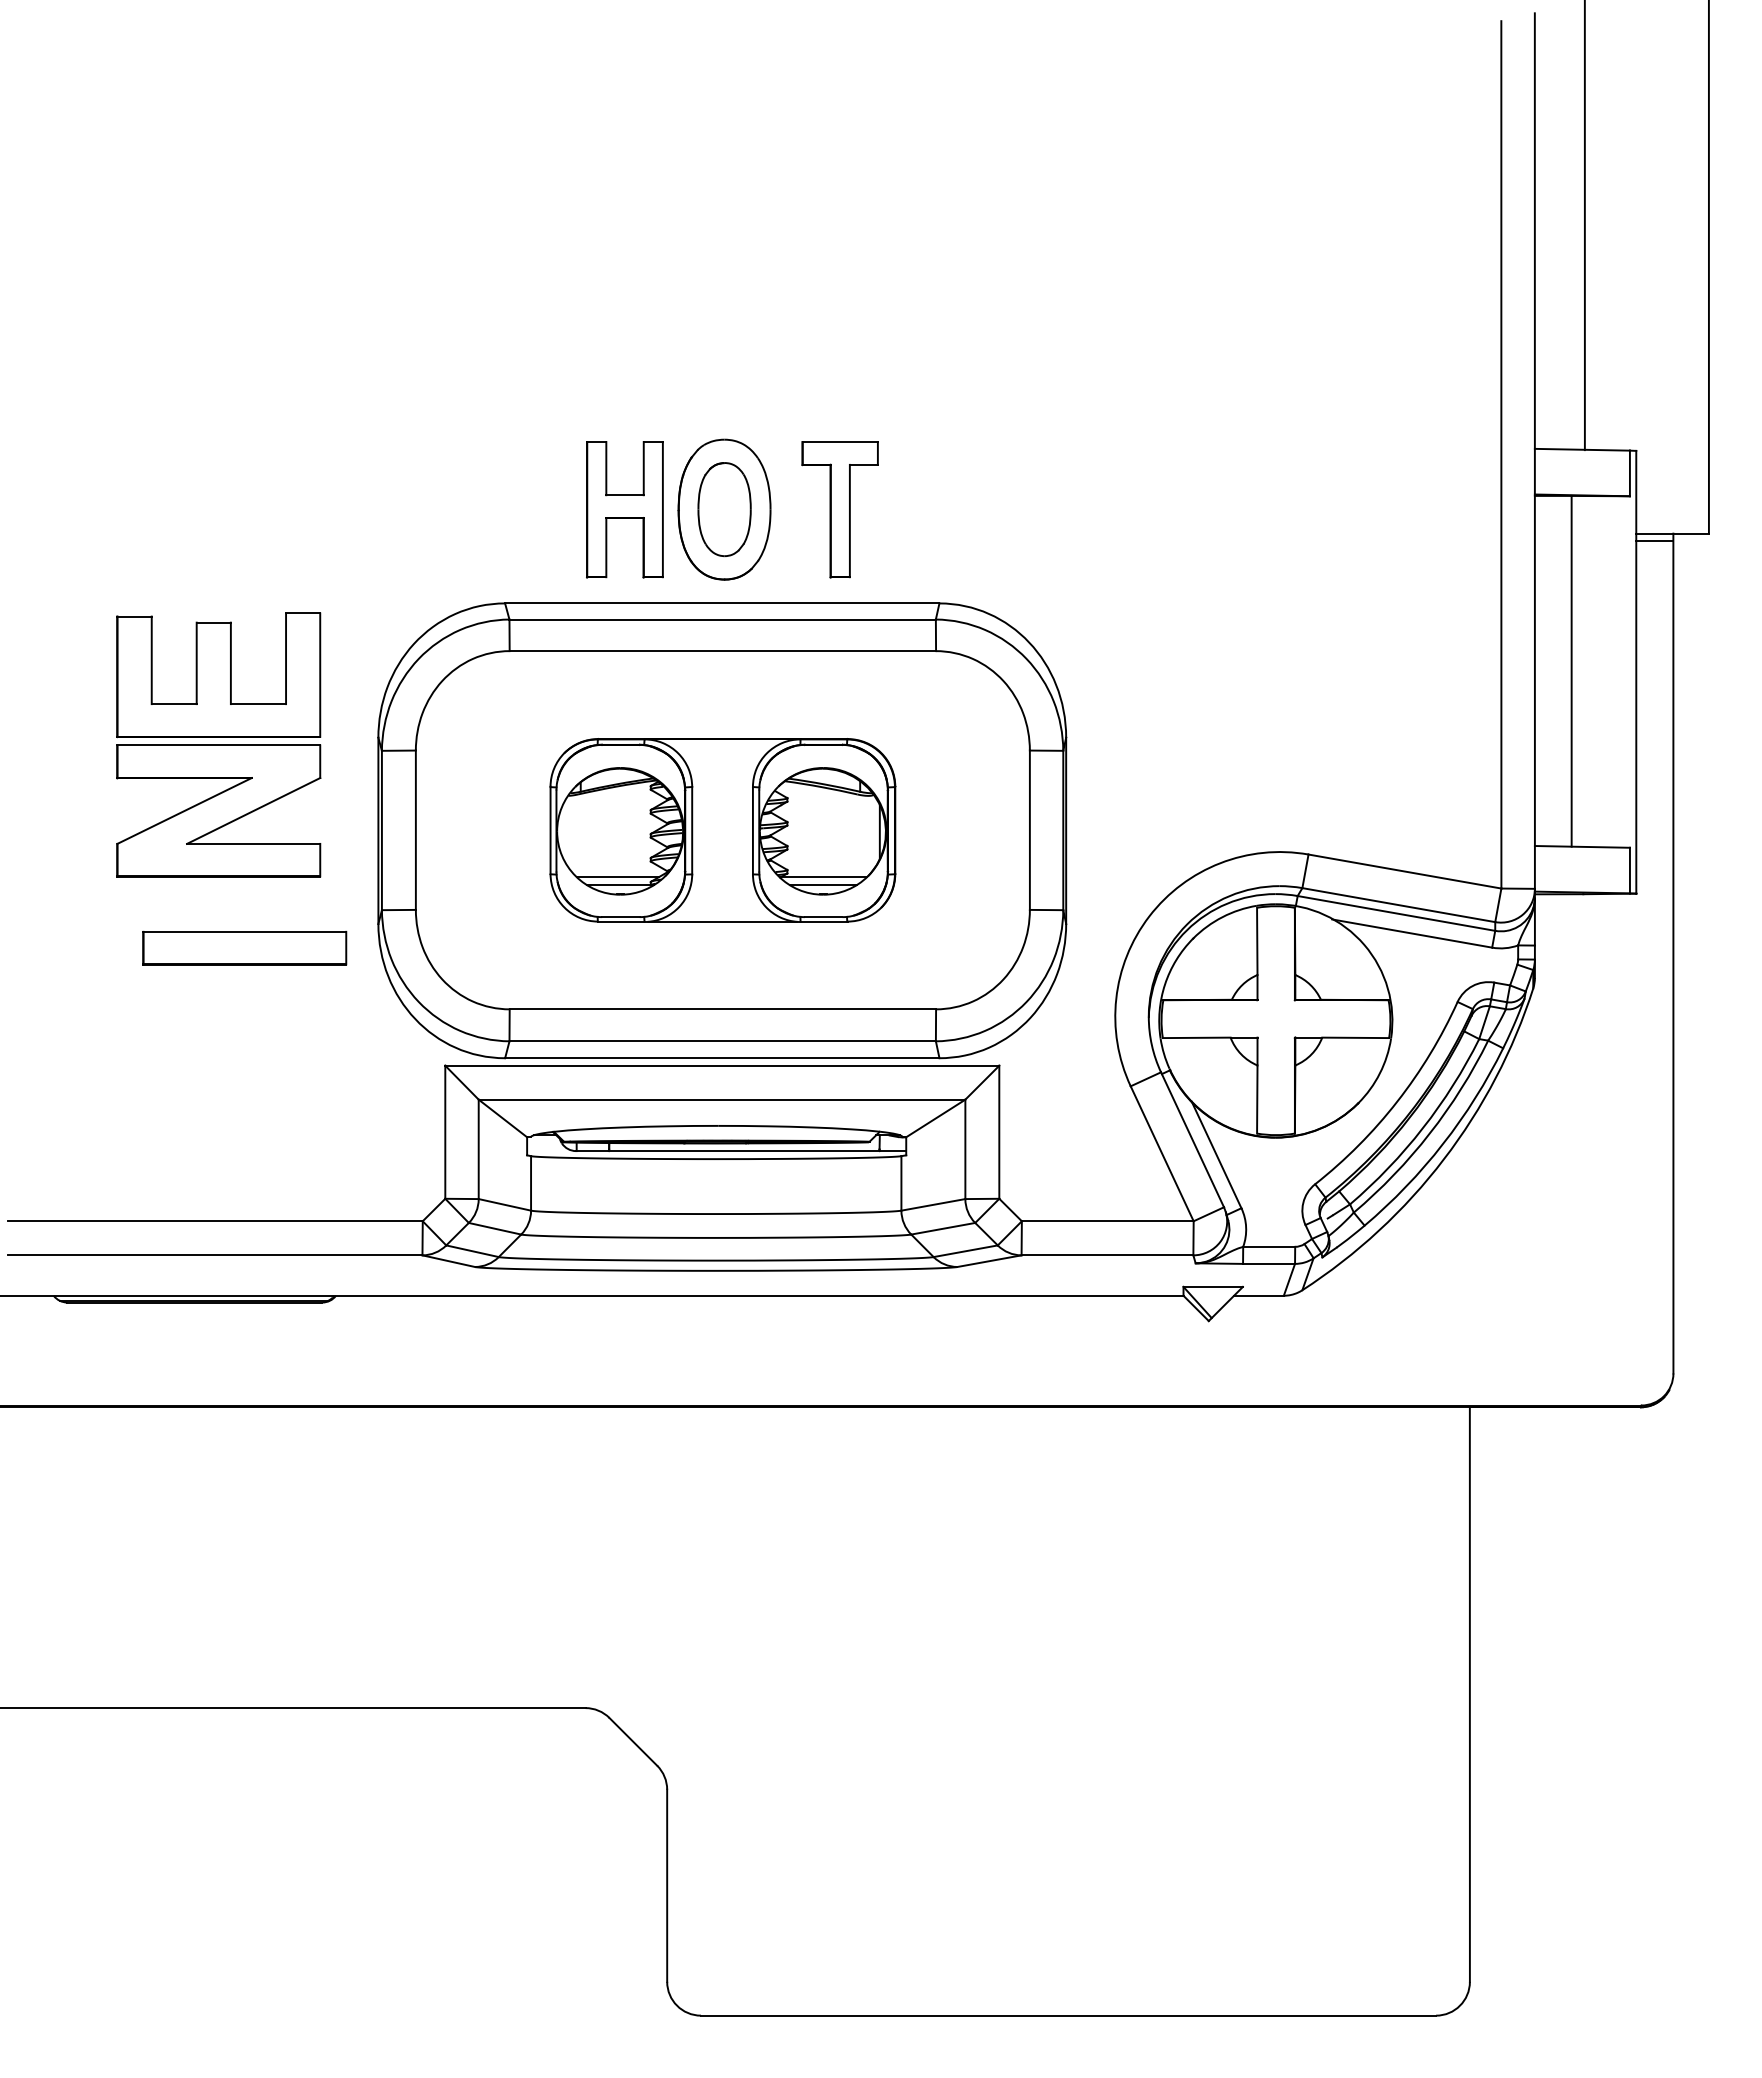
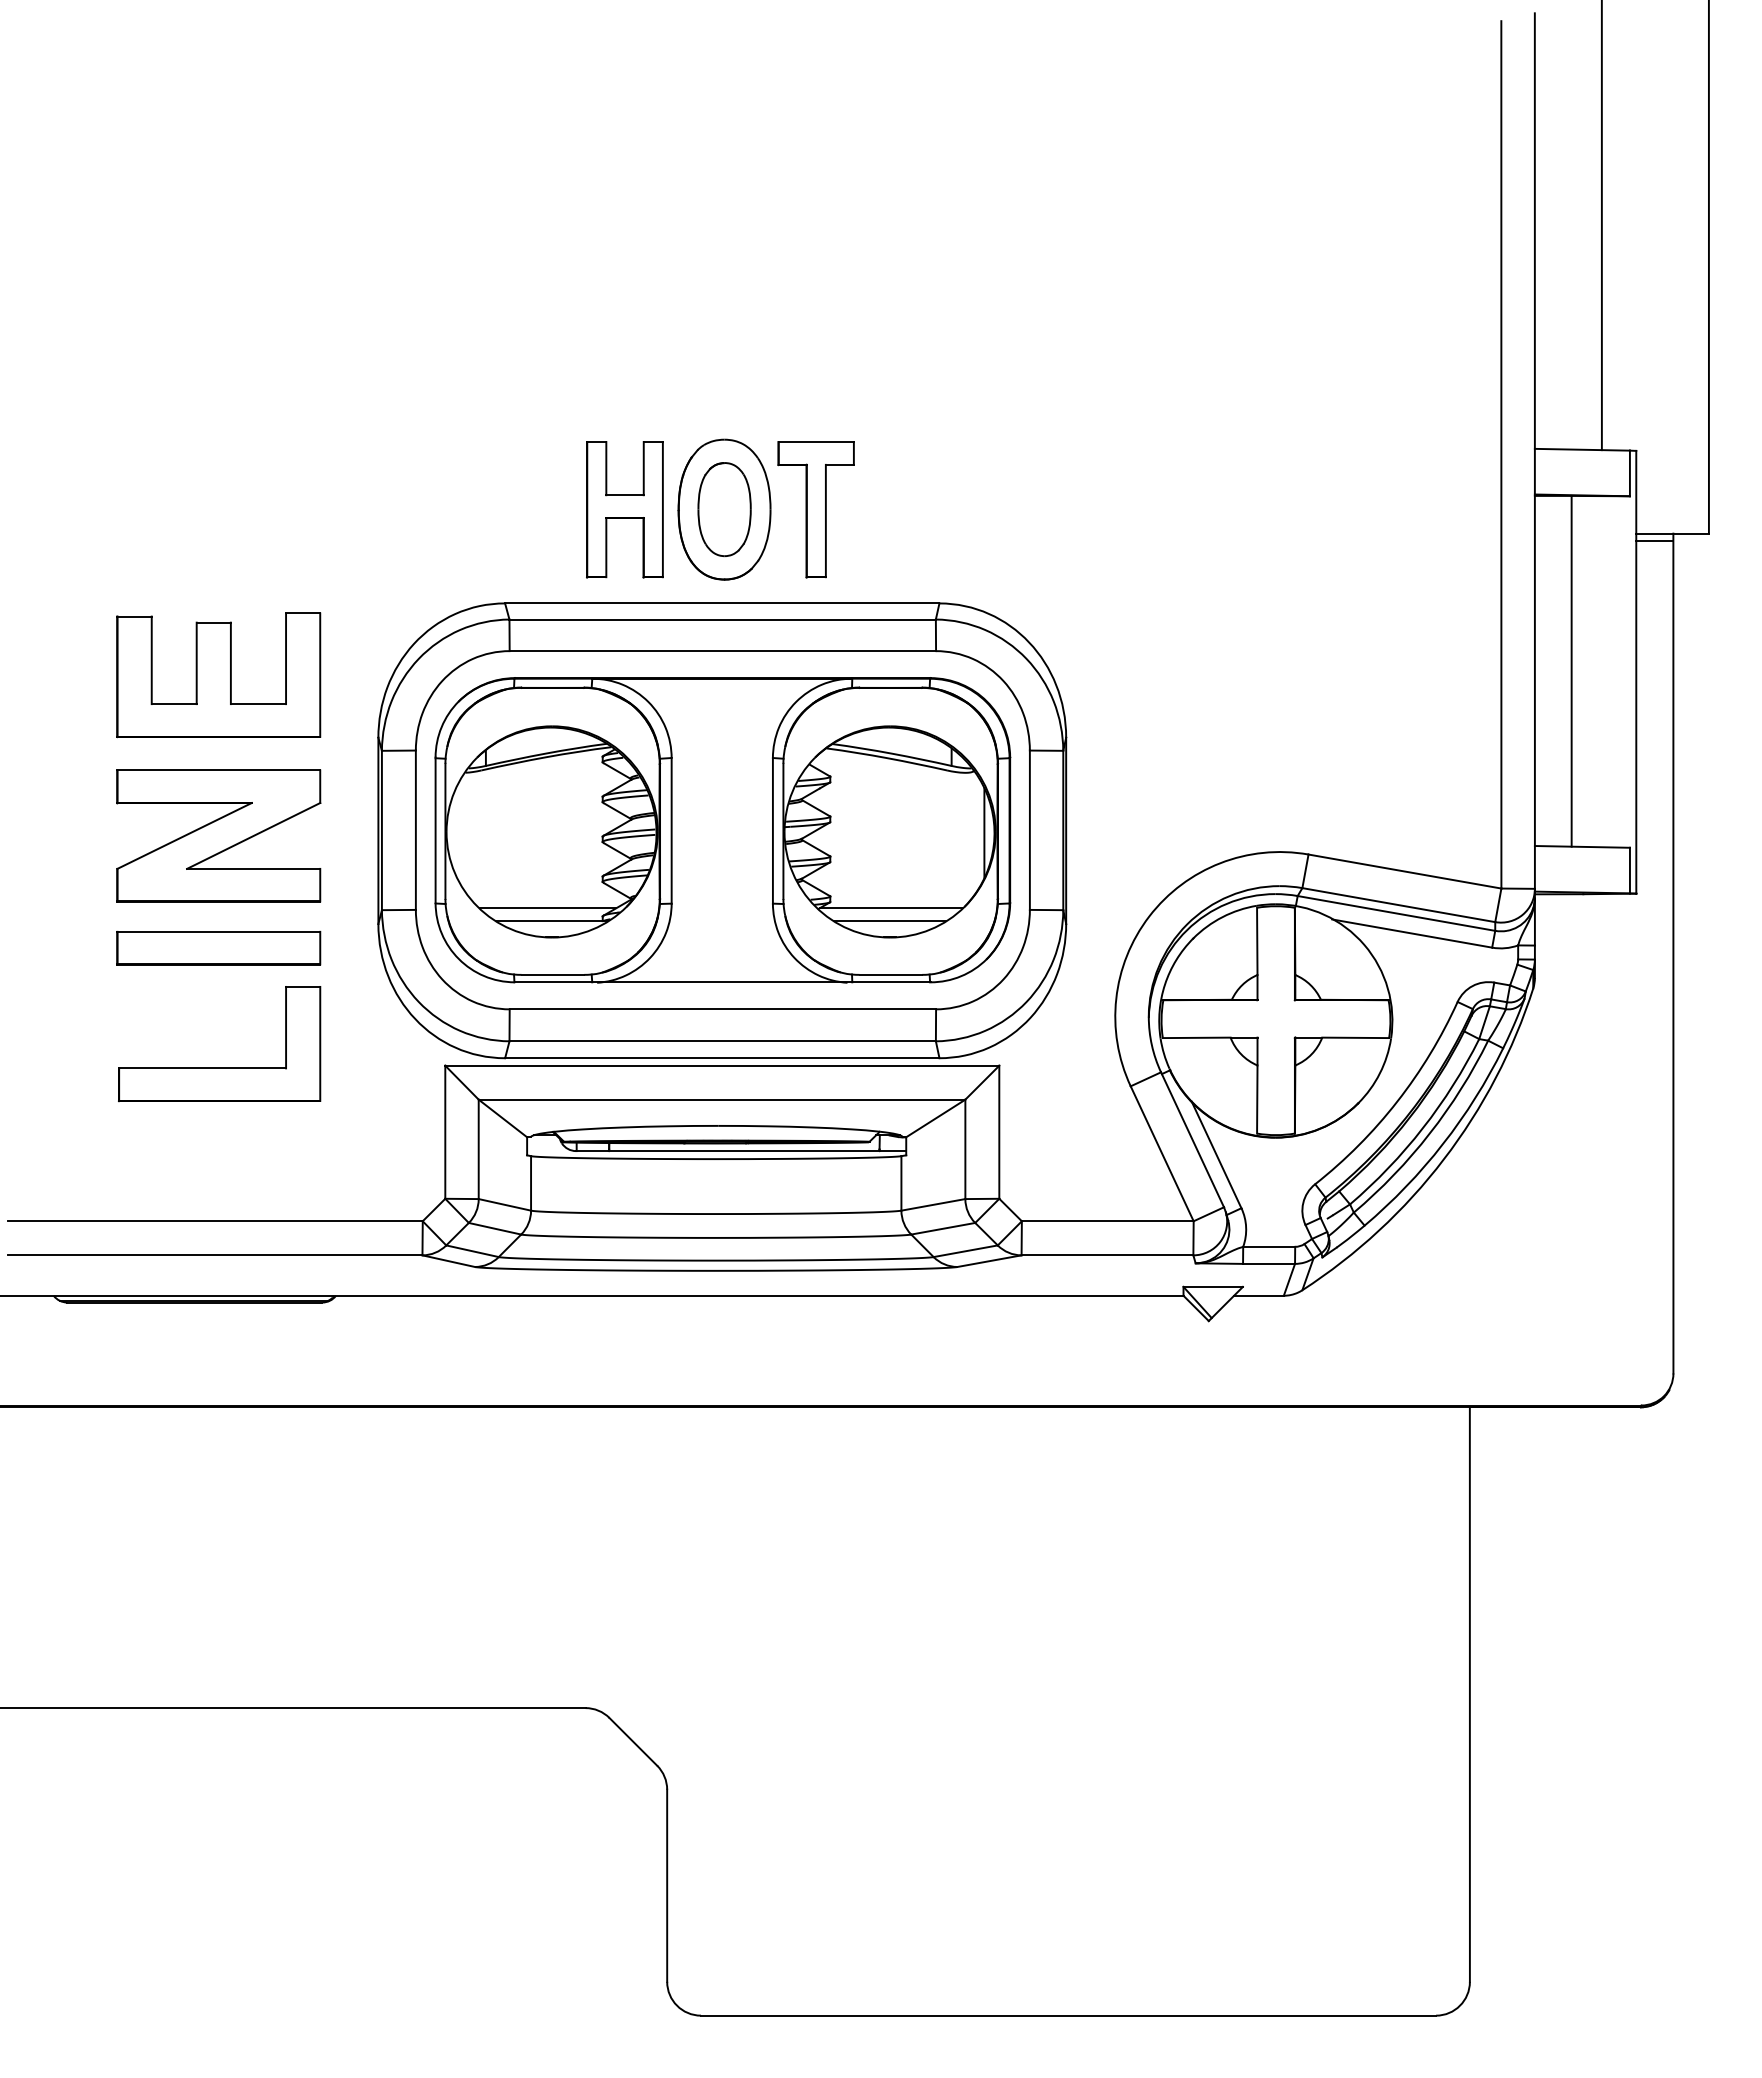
line at (1584, 226) position: (1584, 226) -> (1601, 226)
part at (839, 509) position: (839, 509) -> (815, 509)
part at (218, 810) position: (218, 810) -> (218, 835)
part at (722, 830) size: 348x185 px -> 578x307 px
part at (244, 948) position: (244, 948) -> (218, 948)
part at (219, 1067): none -> present
